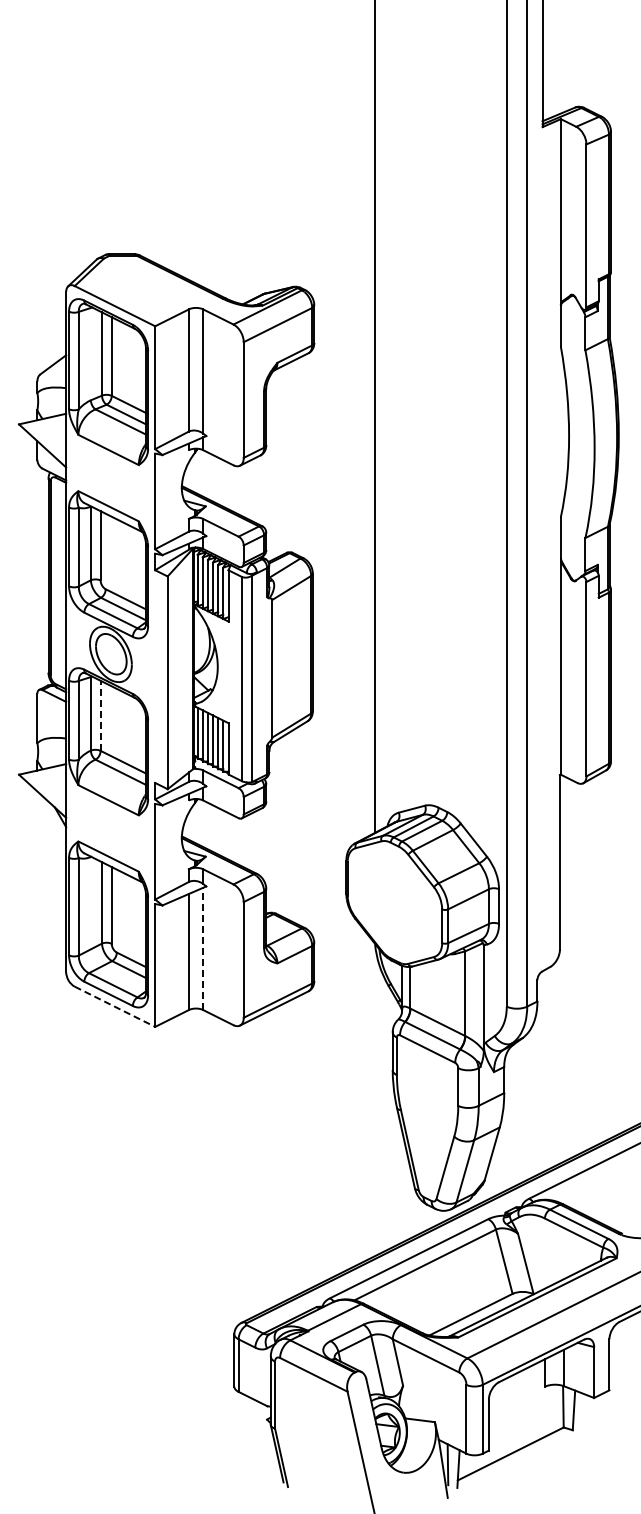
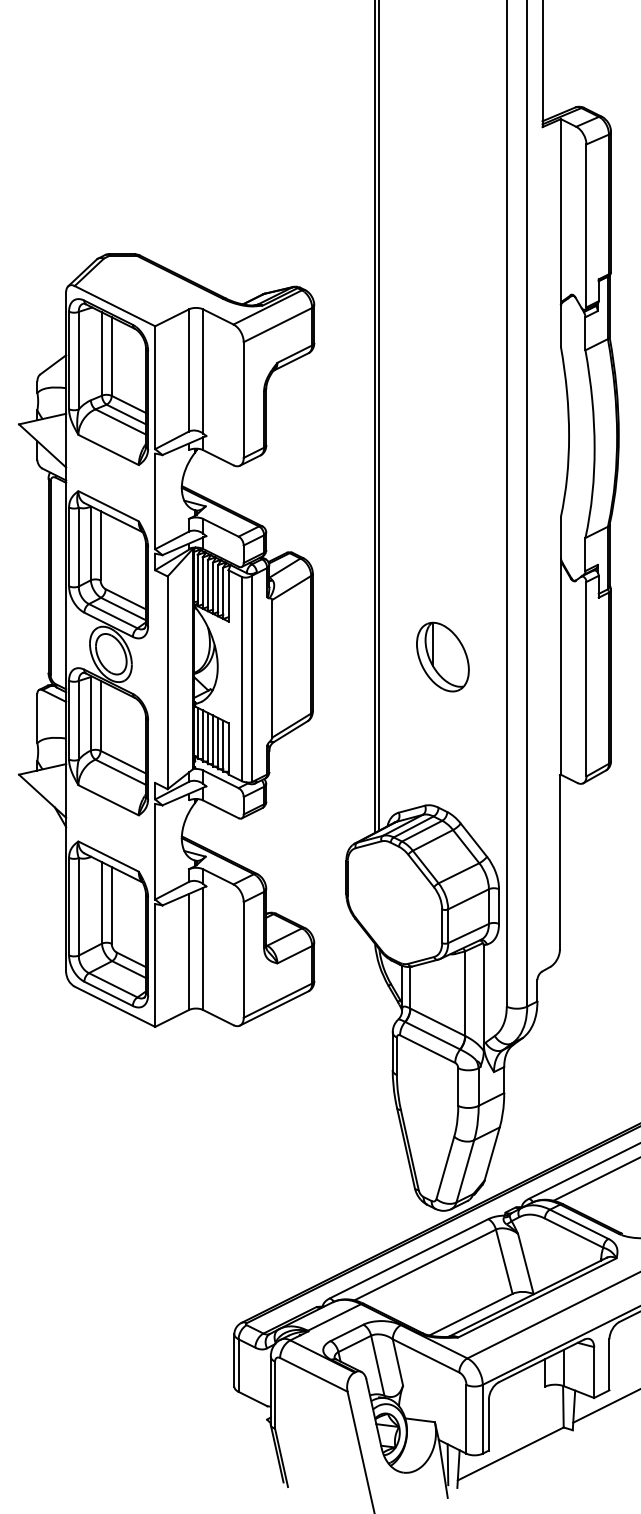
line at (379, 416): none -> present
part at (442, 656): none -> present
line at (100, 715): dashed -> solid
line at (203, 948): dashed -> solid
line at (114, 1006): dashed -> solid
line at (595, 1179): none -> present
line at (605, 1406): none -> present
